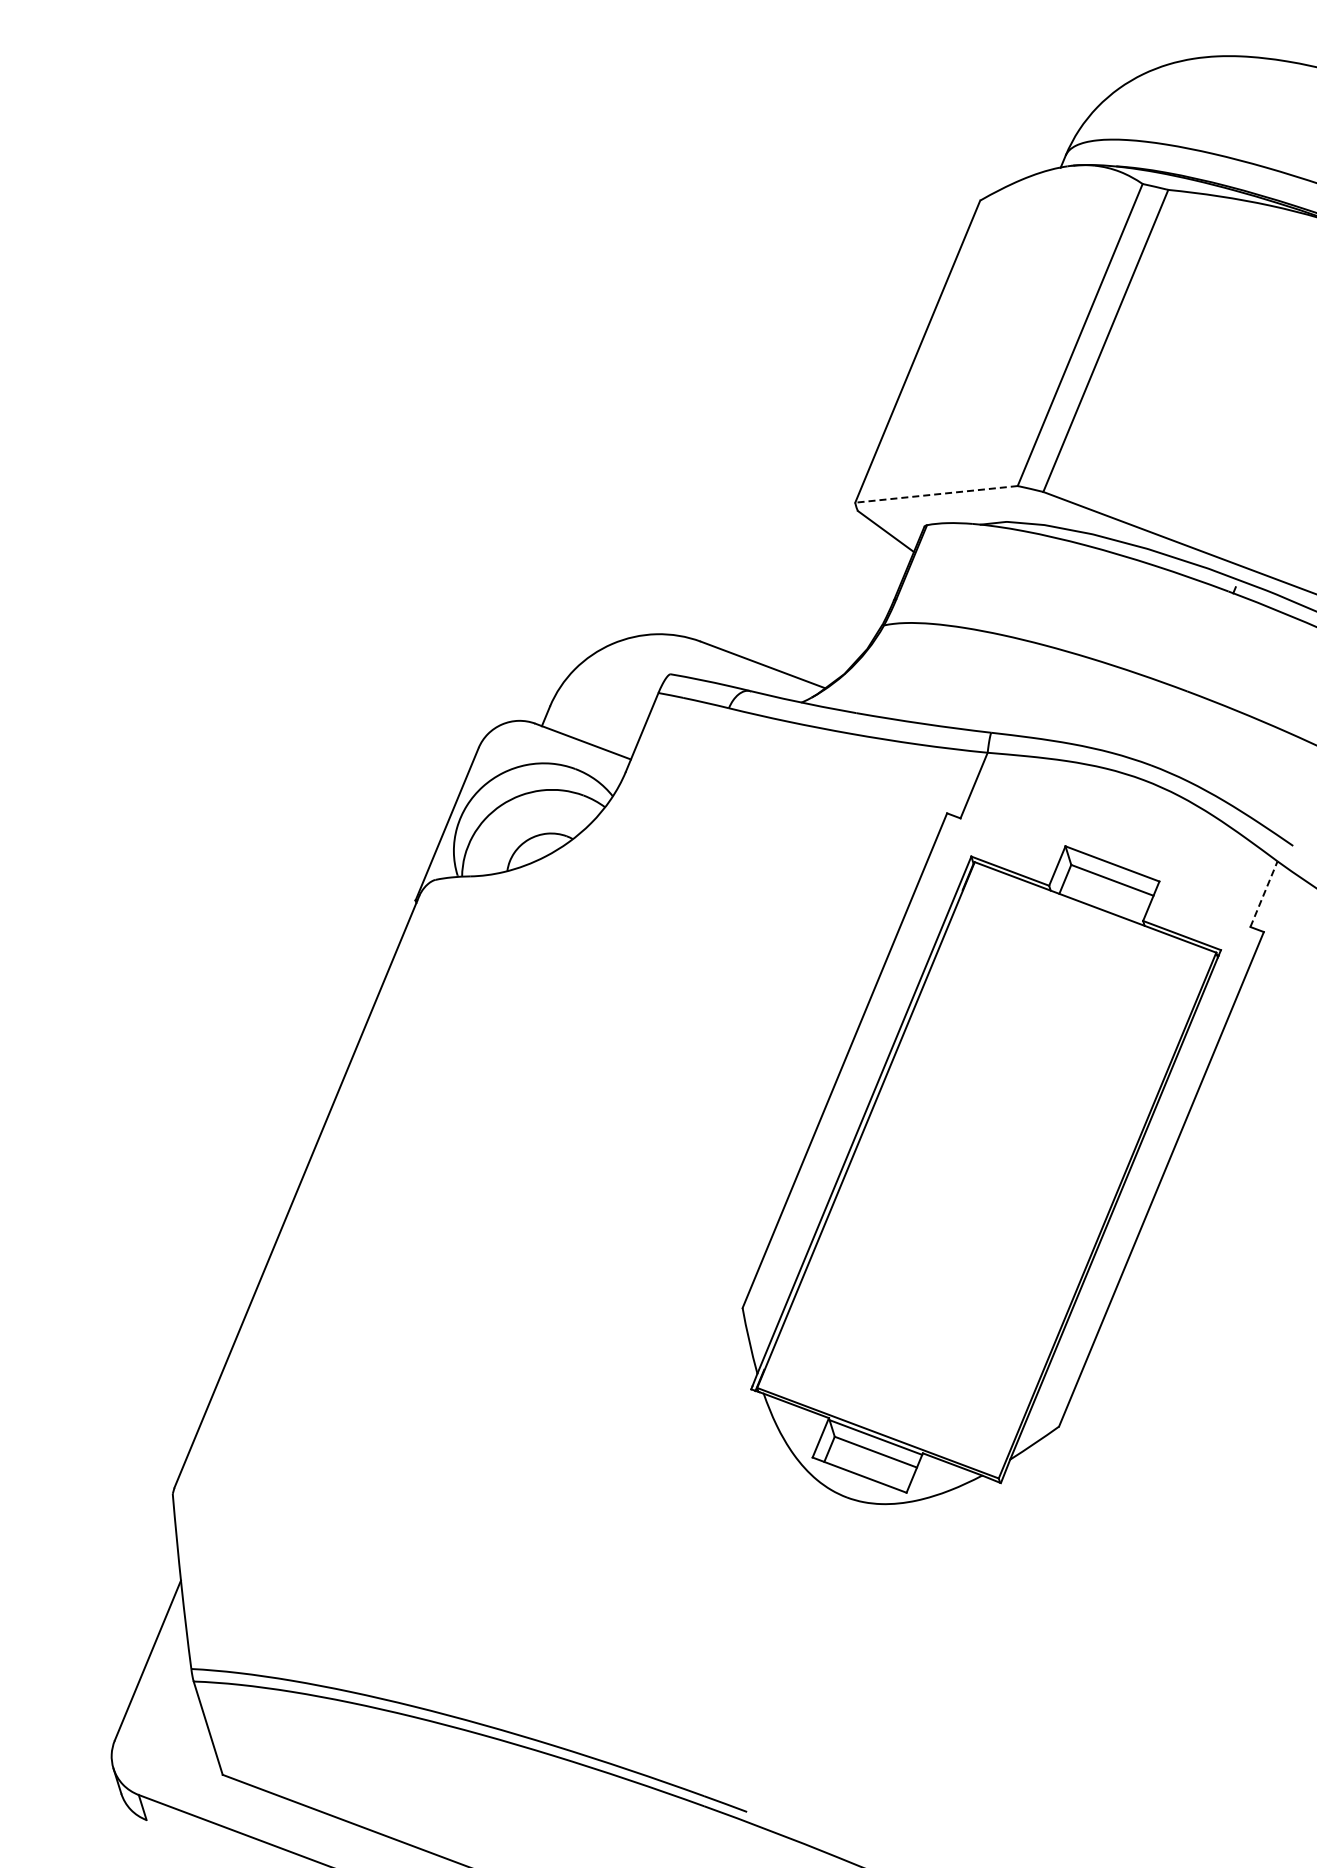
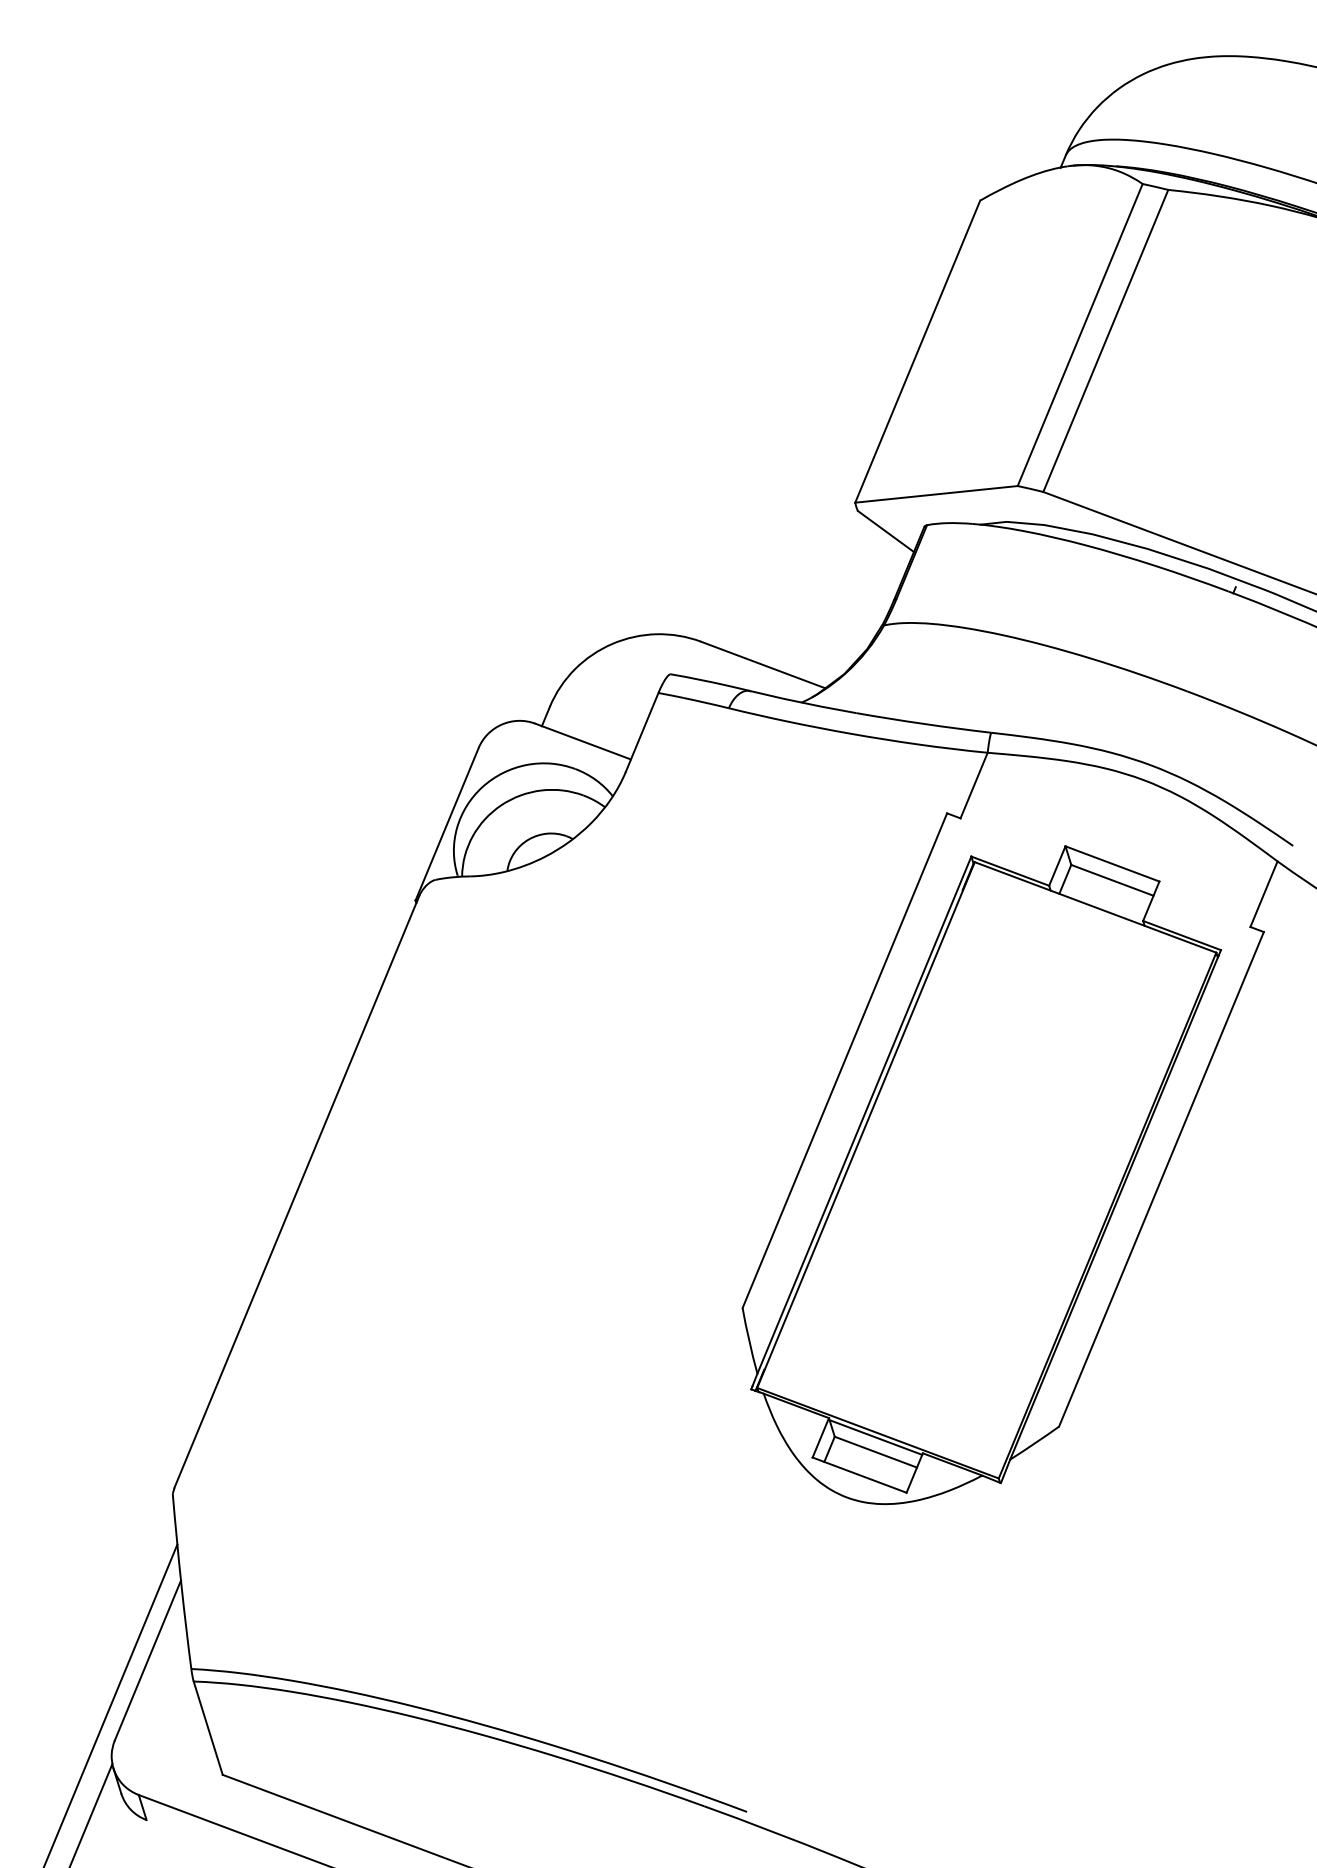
line at (936, 494): dashed -> solid
line at (1264, 894): dashed -> solid
line at (111, 1704): none -> present
line at (91, 1813): none -> present
